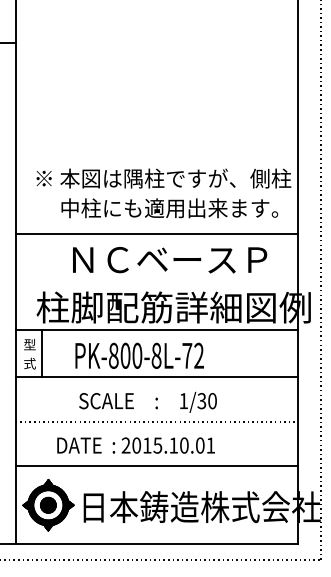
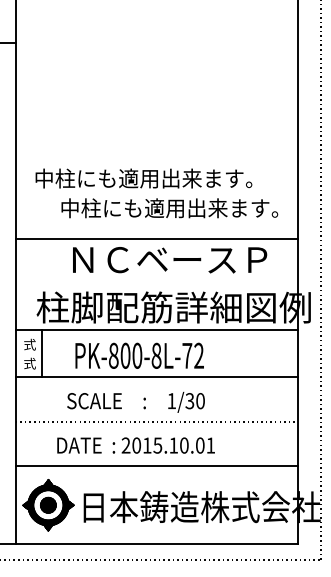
text at (163, 178): ※ 本図は隅柱ですが、側柱 -> 中柱にも適用出来ます。
line at (156, 233) position: (156, 233) -> (156, 238)
text at (29, 344): 型 -> 式
text at (147, 401) position: (147, 401) -> (135, 401)
